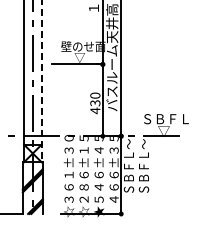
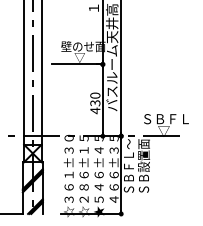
line at (41, 81): dashed -> solid
text at (144, 155): ＳＢＦＬ～ -> ＳＢ設置面
